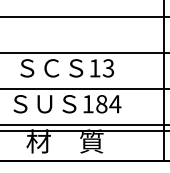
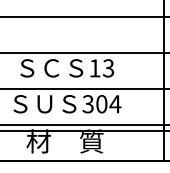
text at (94, 104): 184 -> 304
